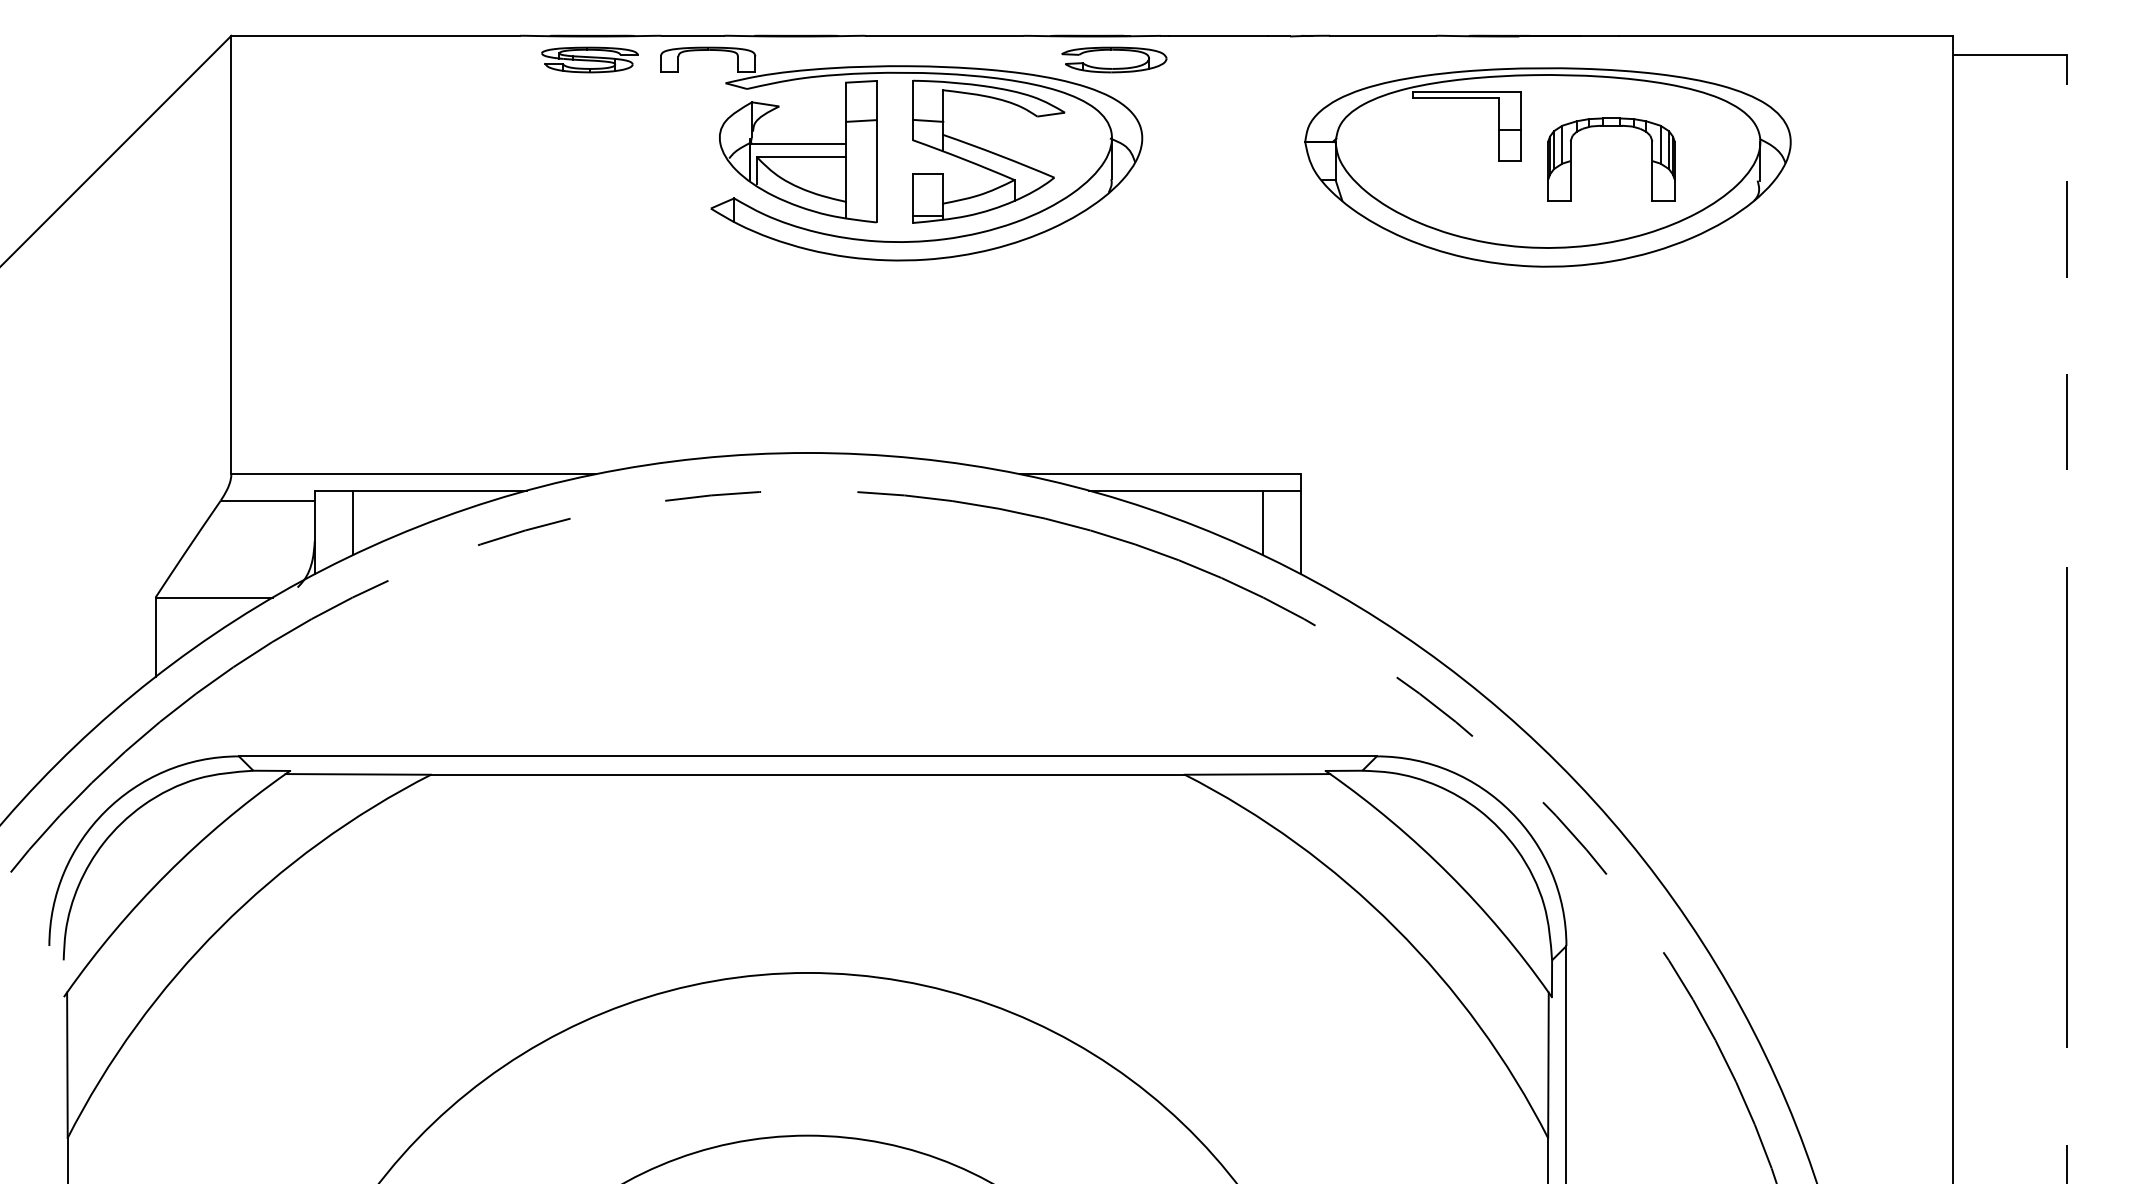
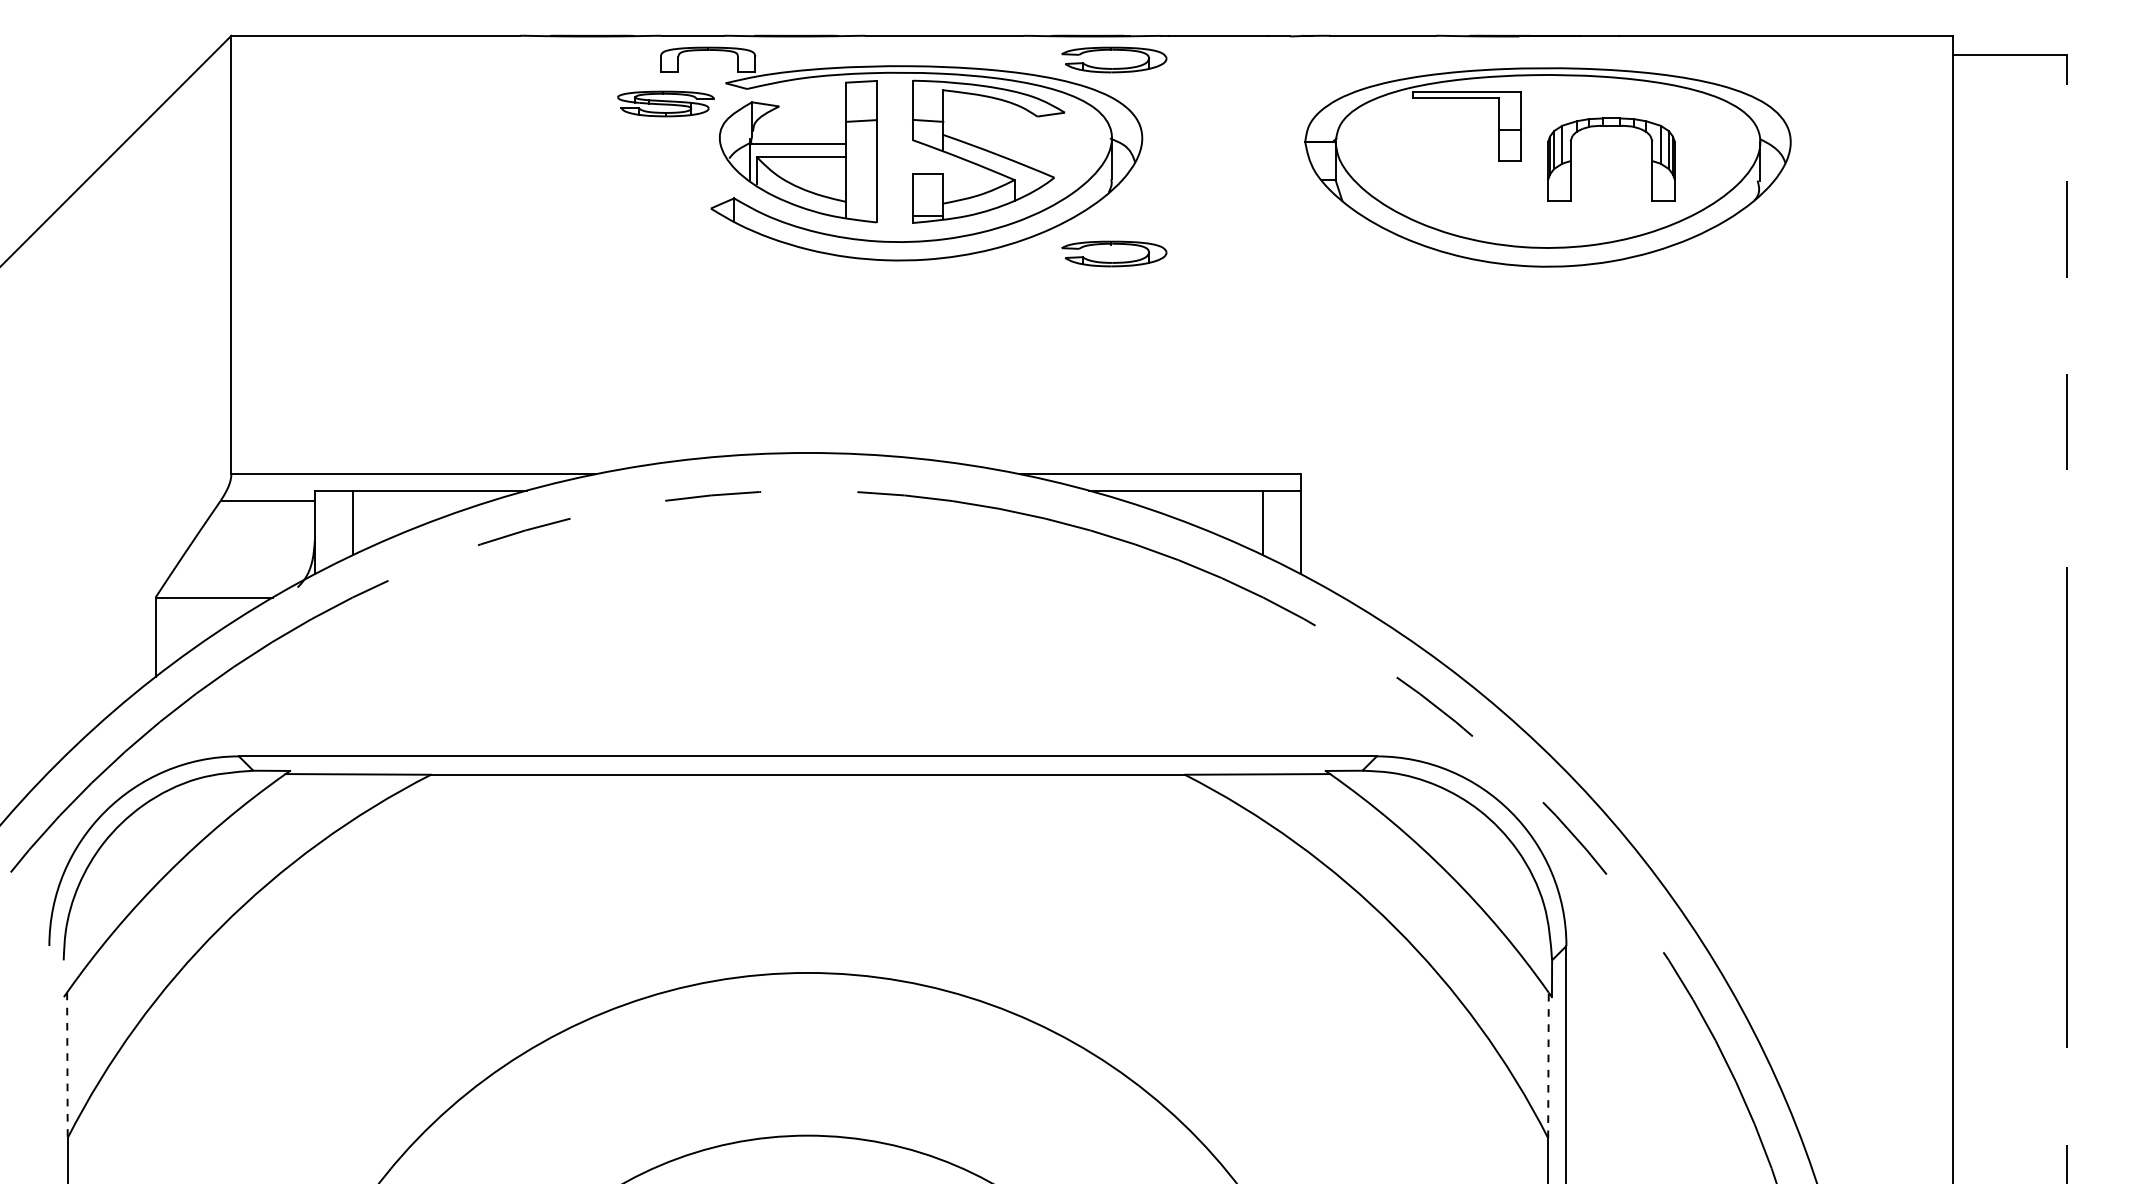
part at (589, 59) position: (589, 59) -> (665, 103)
part at (1117, 261): none -> present
line at (67, 1065): solid -> dashed
line at (1548, 1065): solid -> dashed
